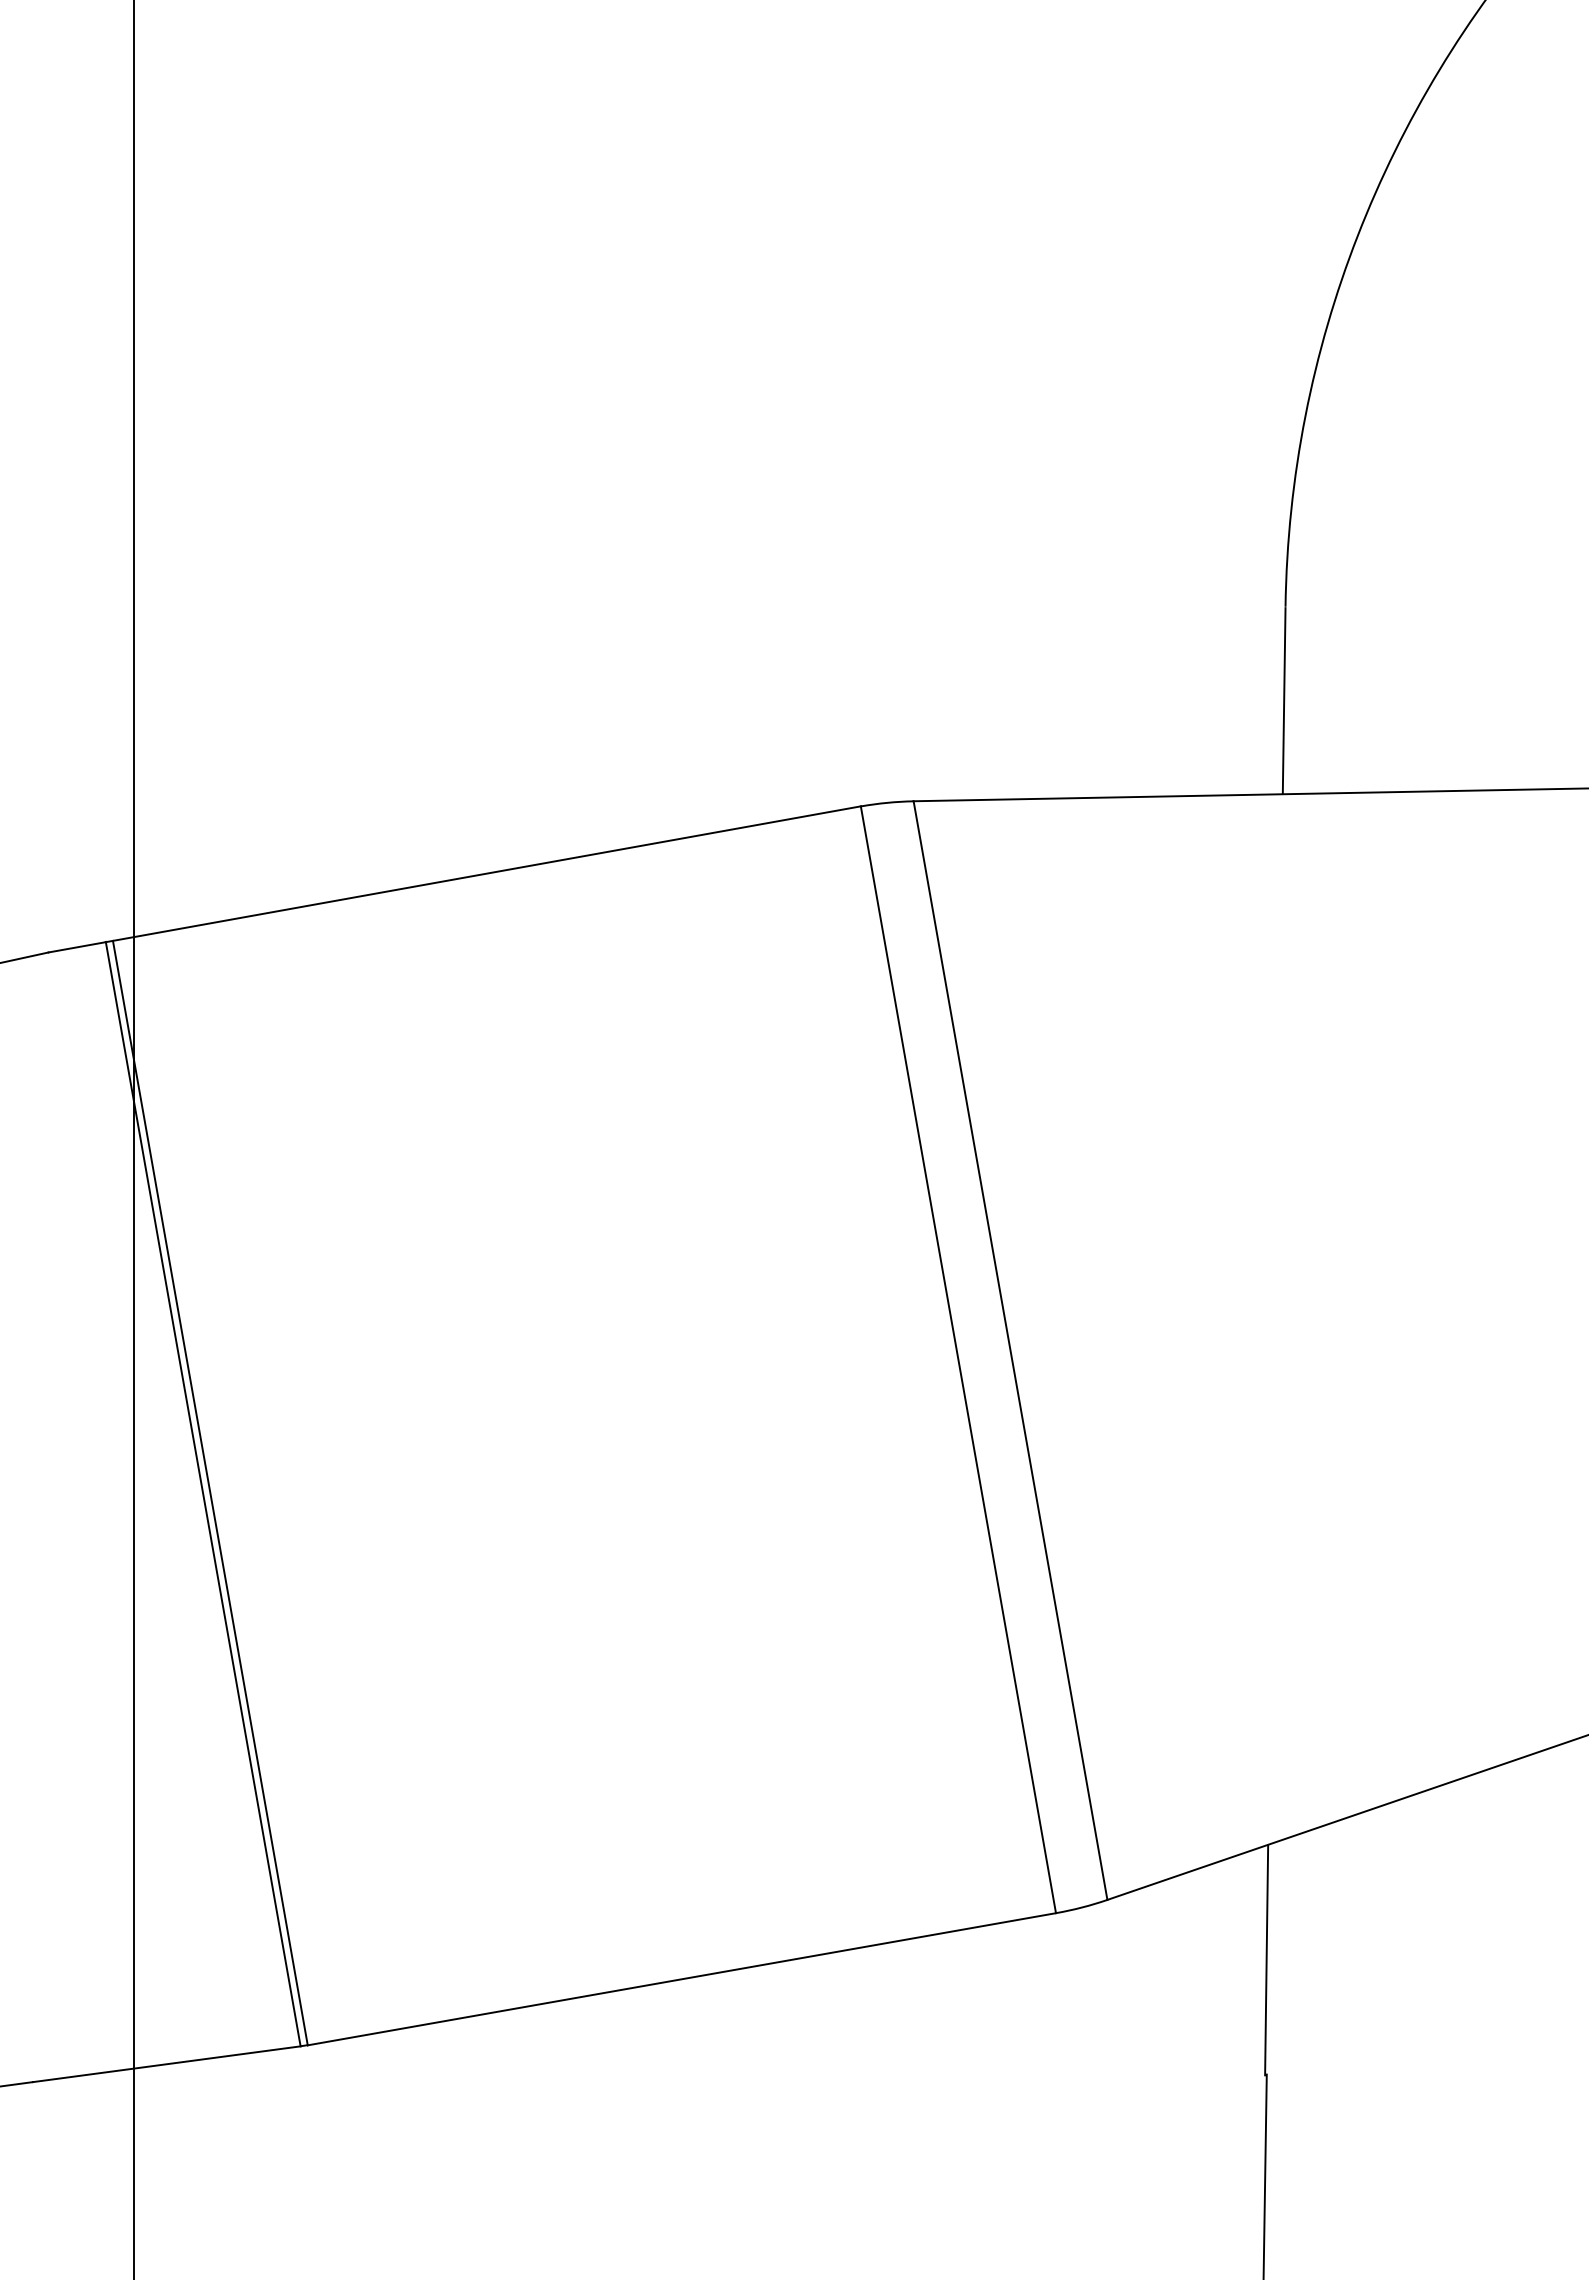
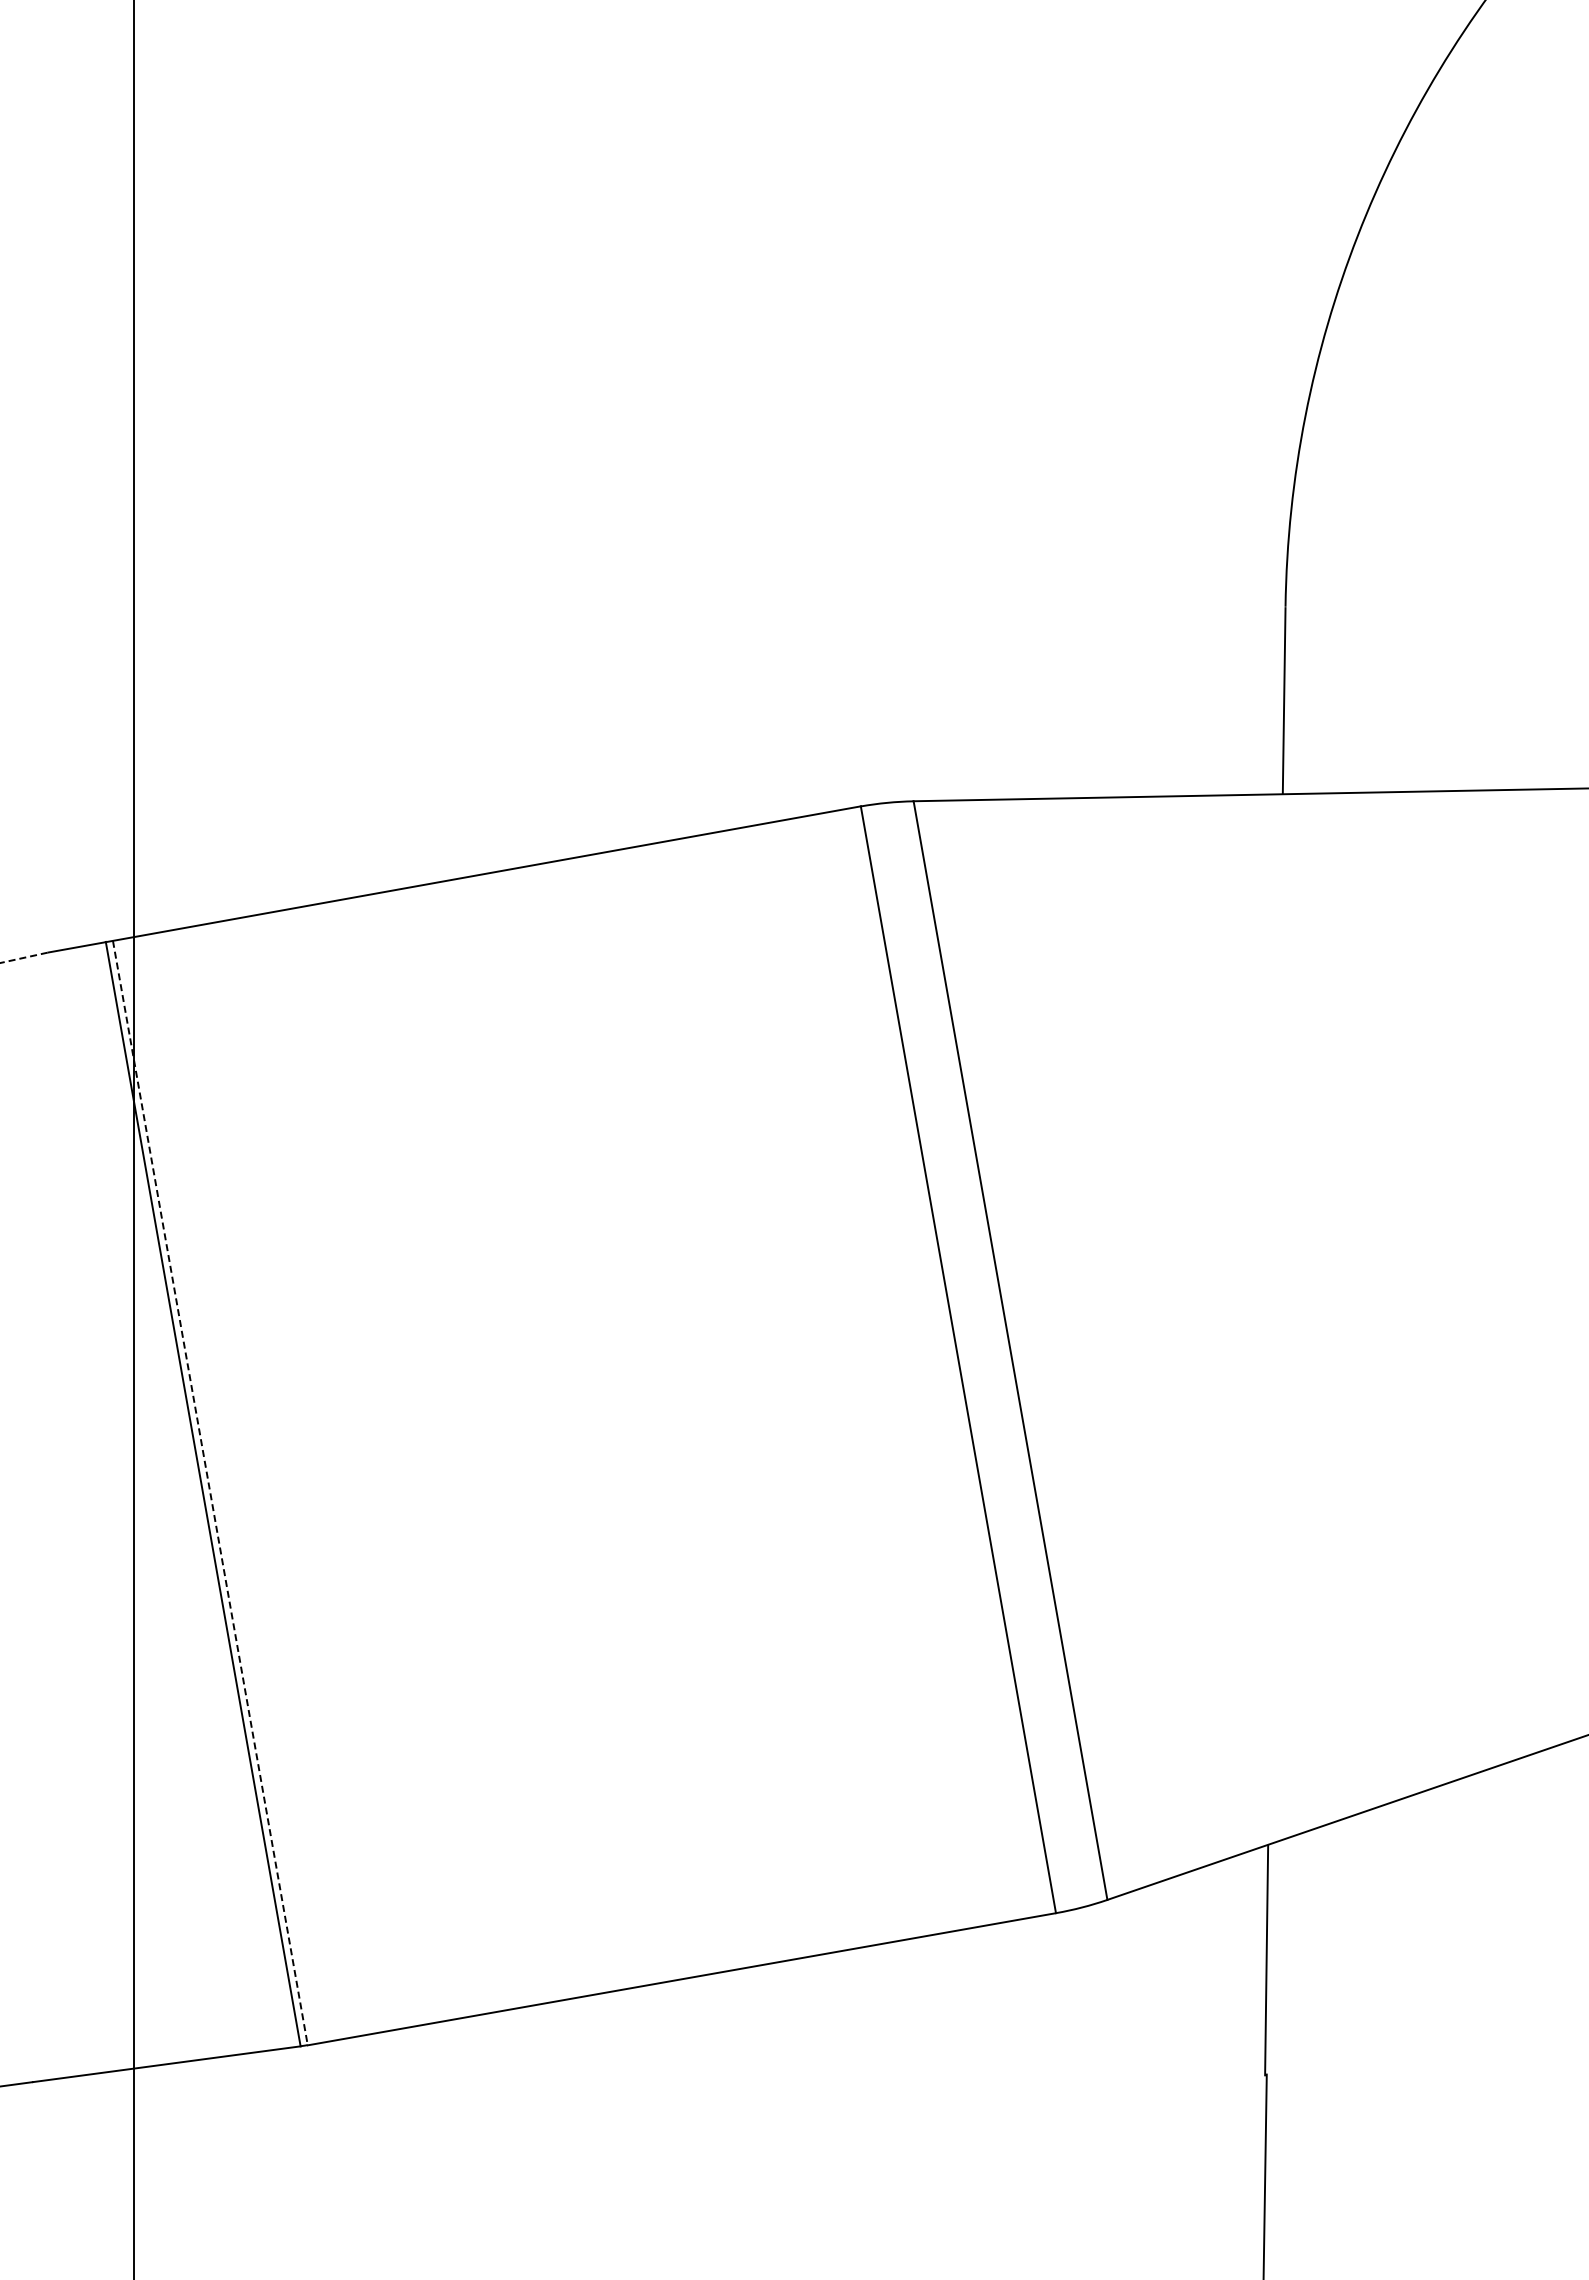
line at (25, 957): solid -> dashed
line at (210, 1493): solid -> dashed
